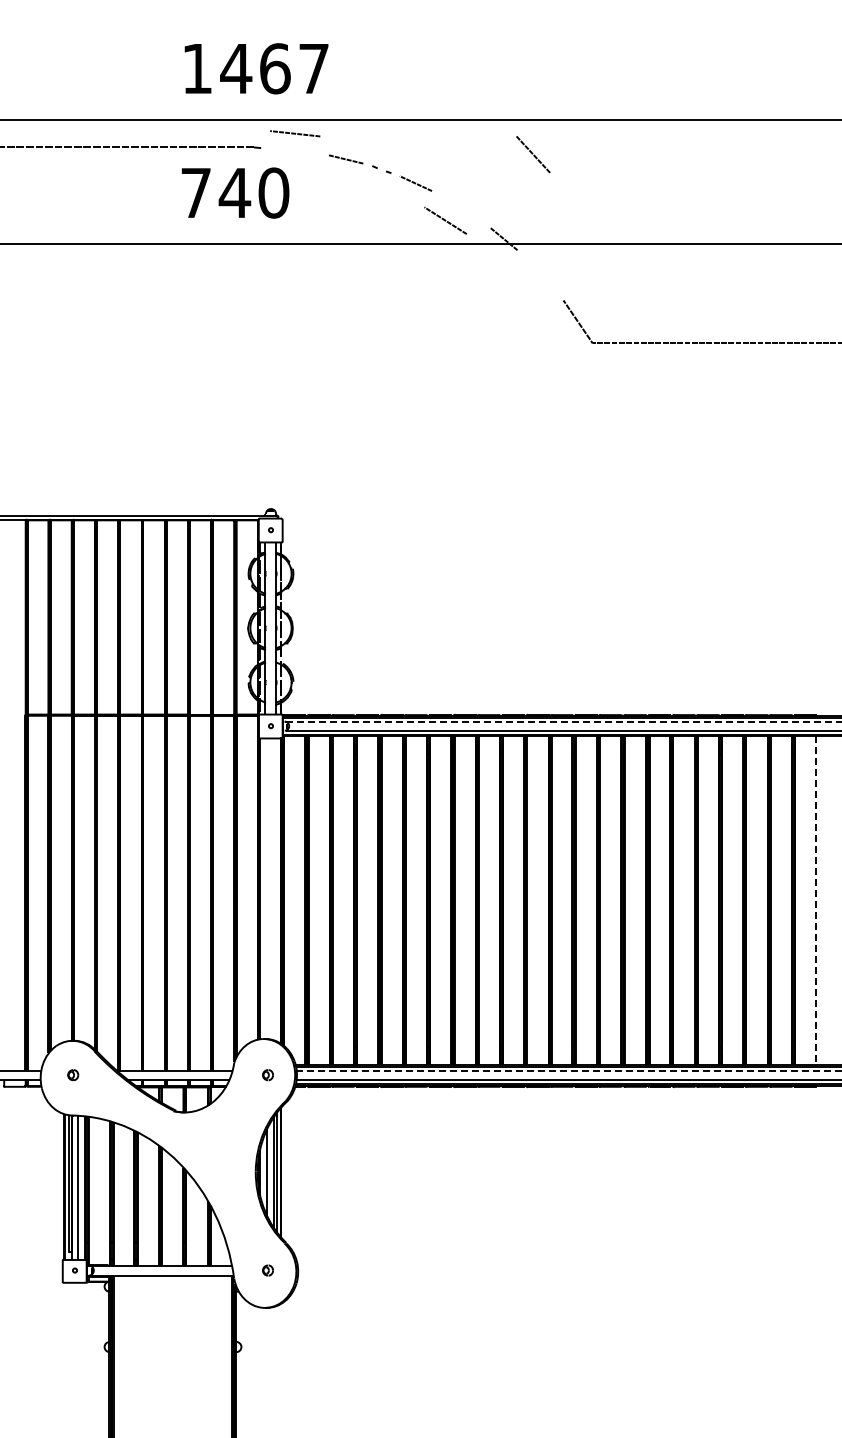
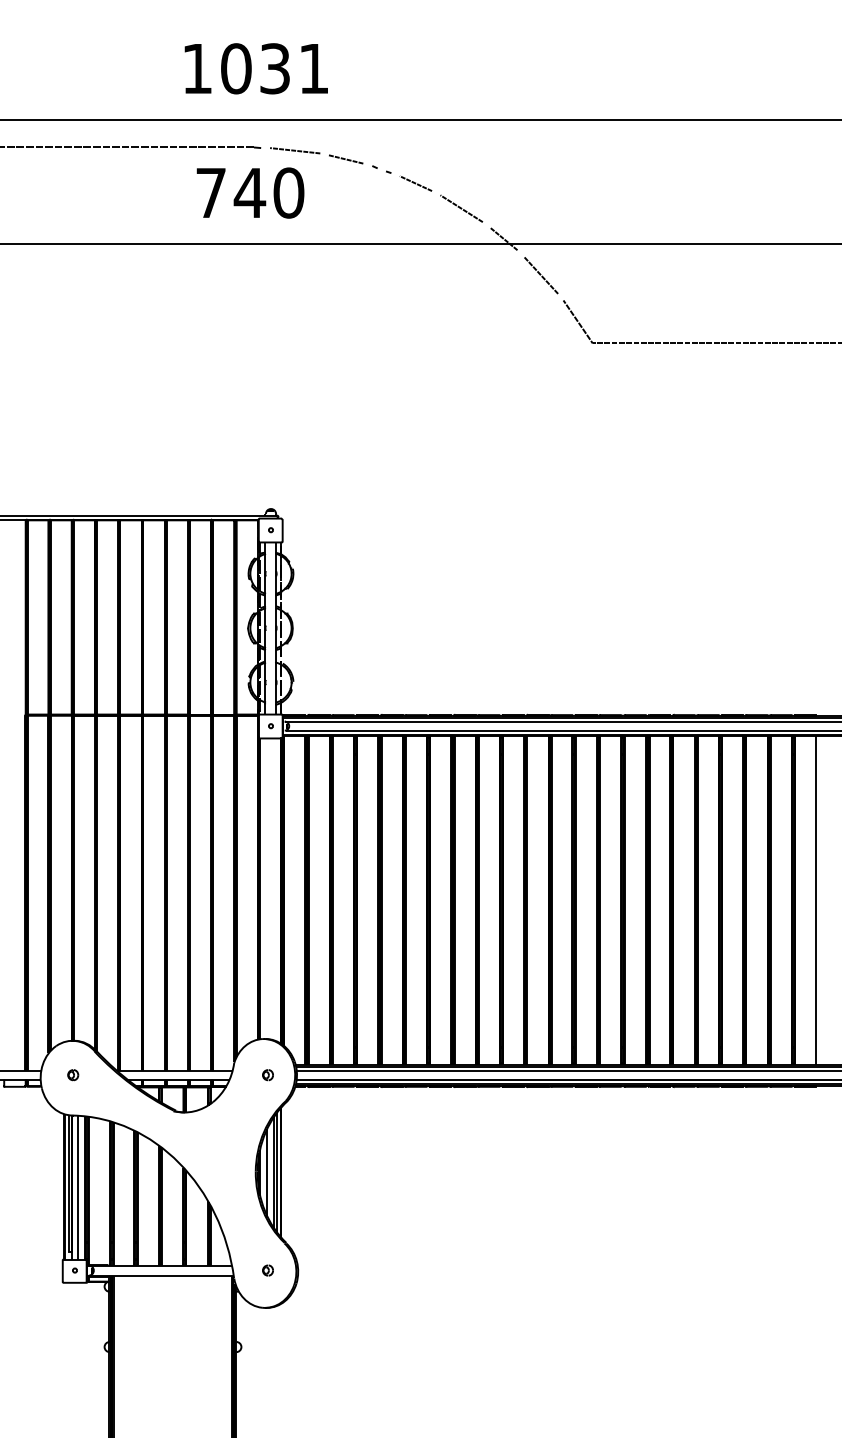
text at (274, 68): 1467 -> 1031
line at (295, 133) position: (295, 133) -> (295, 150)
line at (533, 153) position: (533, 153) -> (541, 274)
text at (235, 192) position: (235, 192) -> (250, 192)
line at (445, 220) position: (445, 220) -> (461, 208)
line at (564, 722): dashed -> solid
line at (816, 900): dashed -> solid
line at (569, 1071): dashed -> solid
